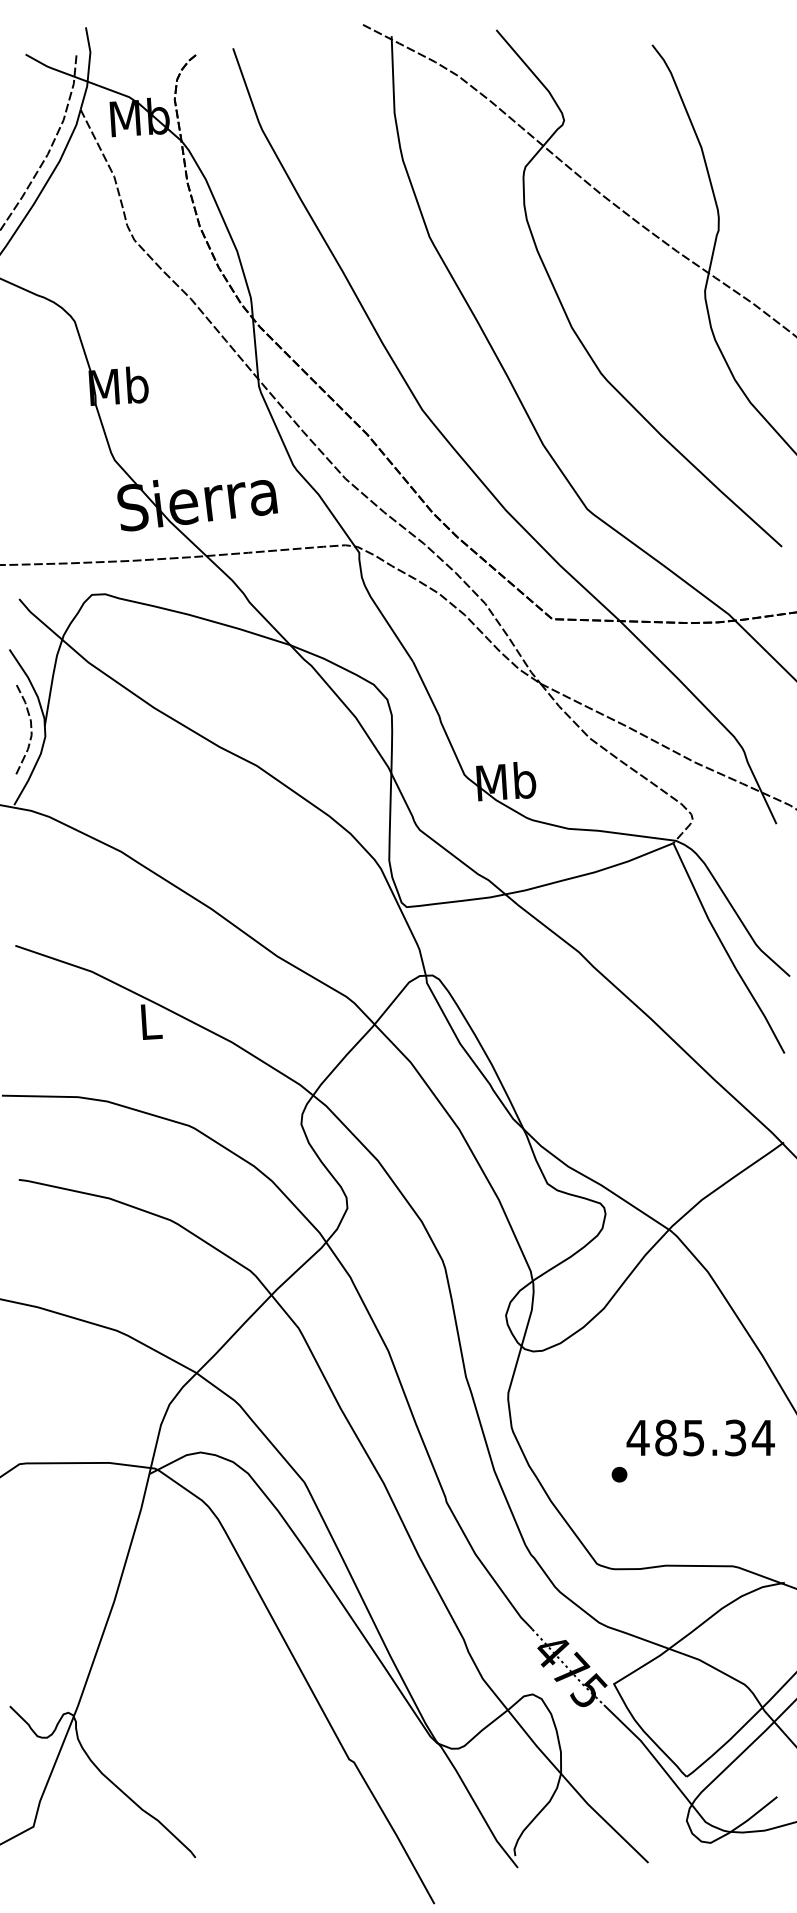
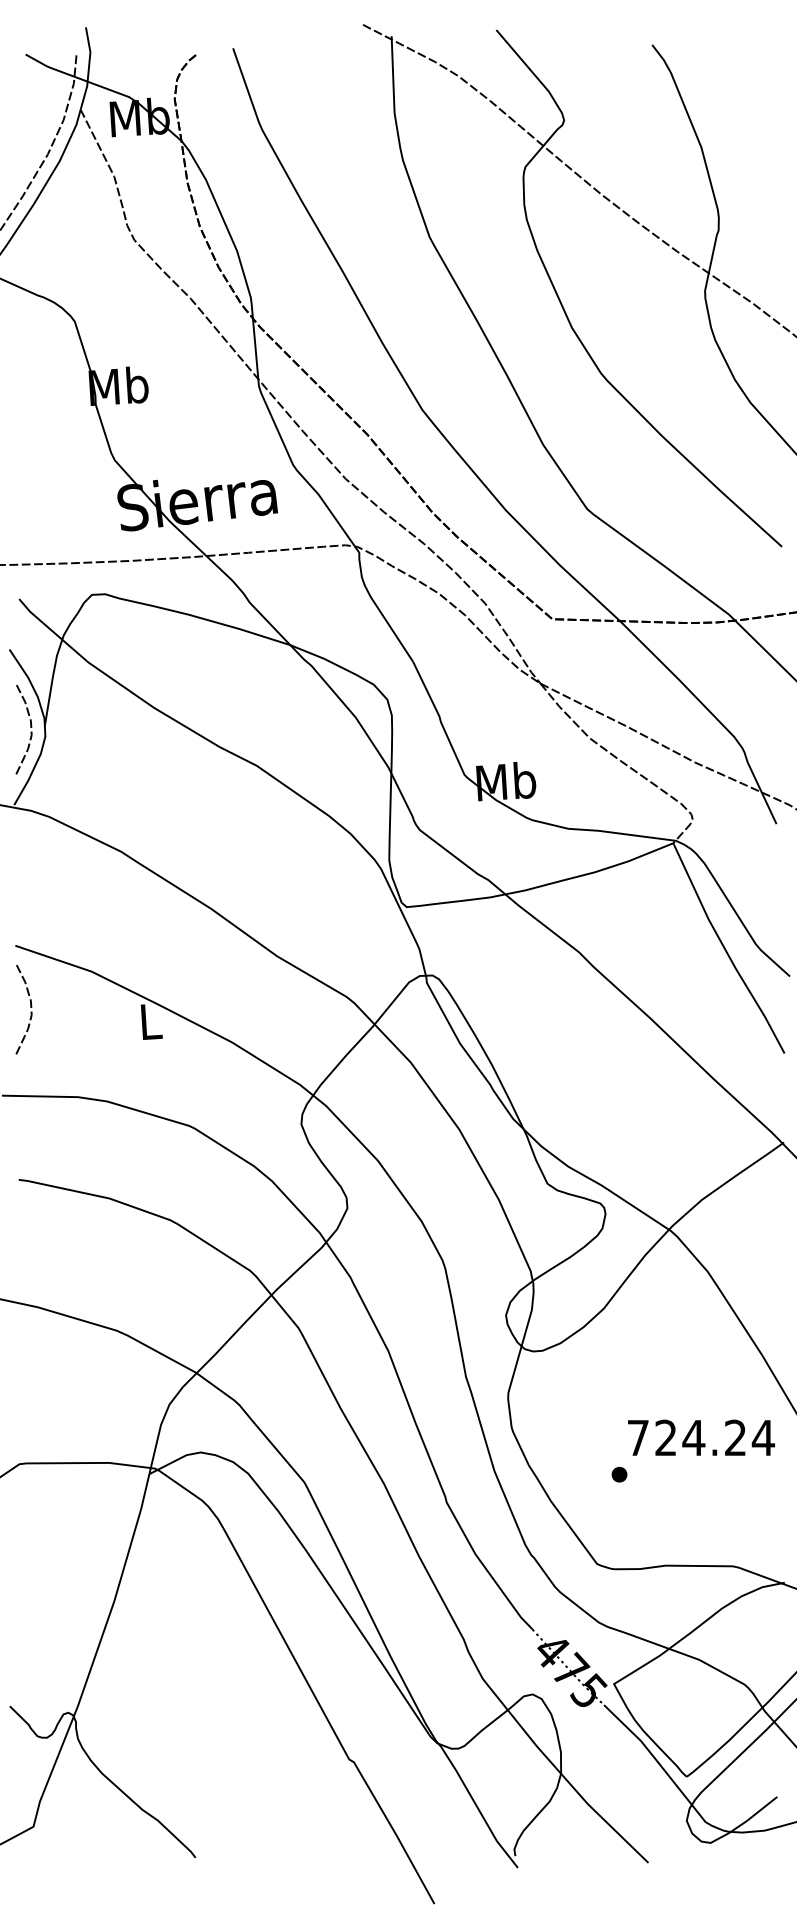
curve at (30, 1007): none -> present
text at (686, 1437): 485.34 -> 724.24
